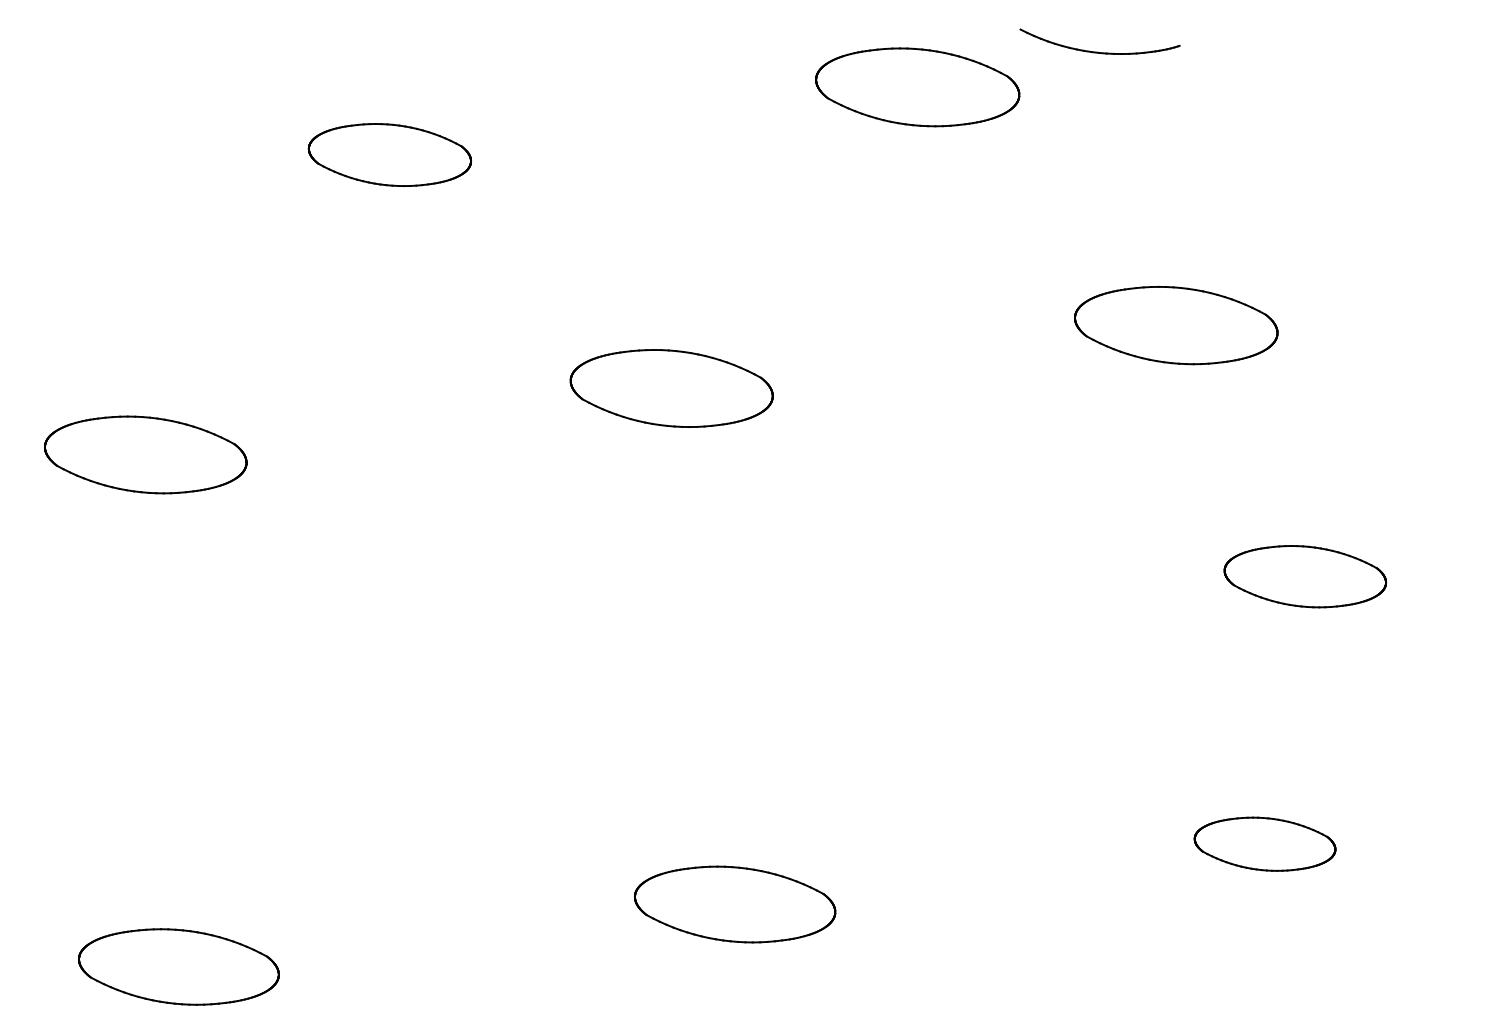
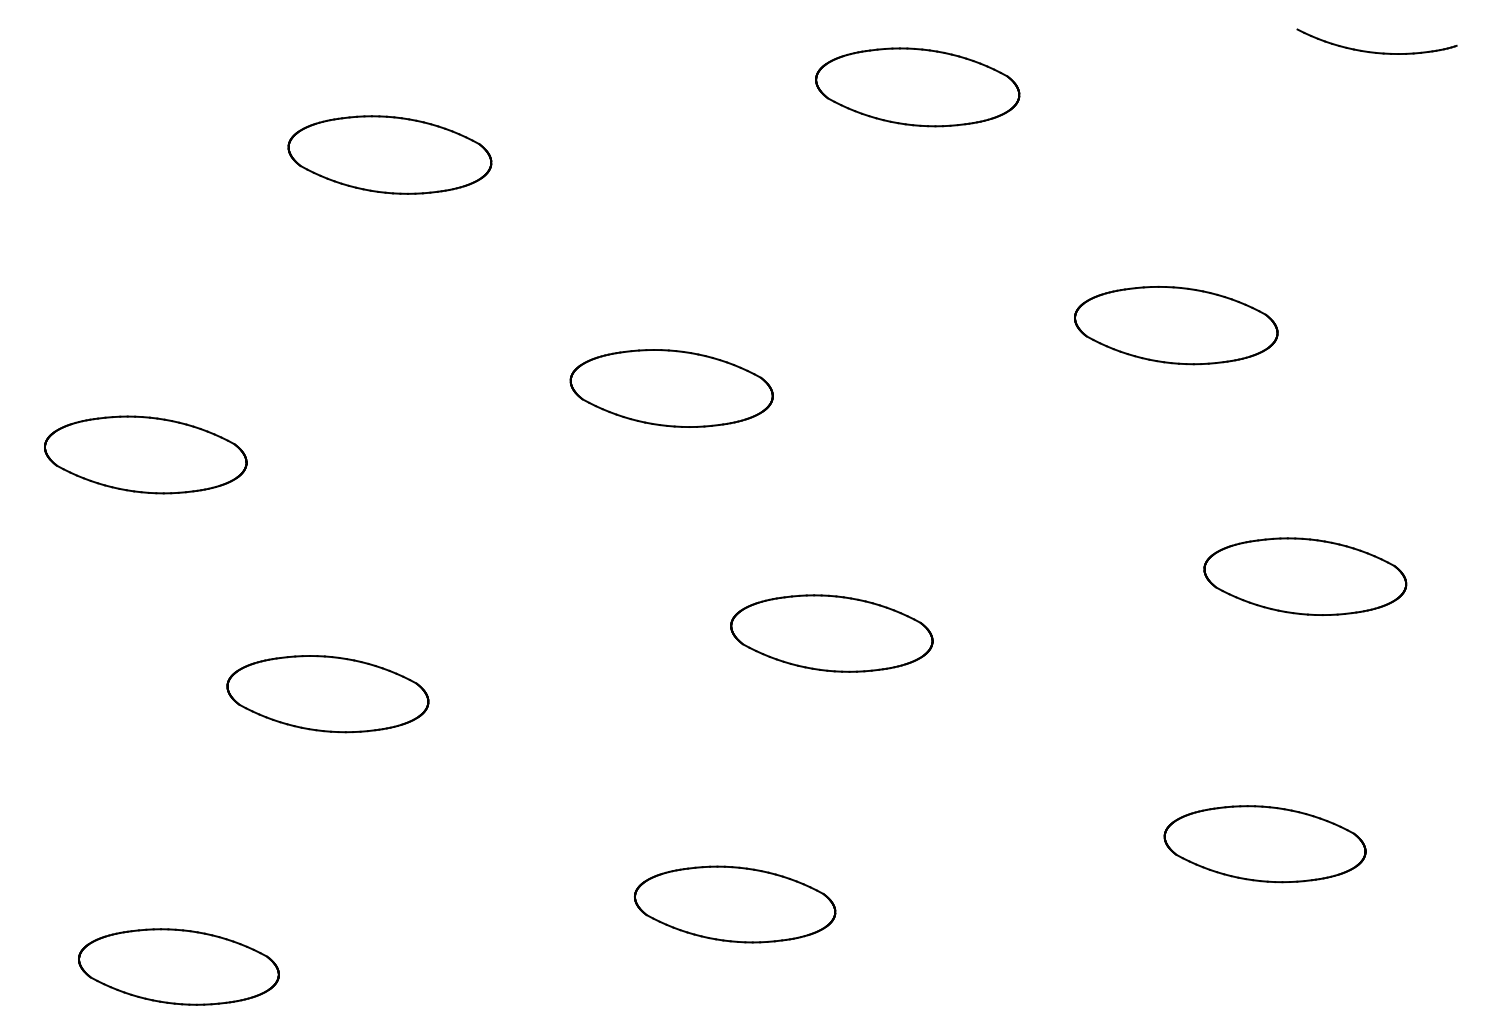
part at (1098, 51) position: (1098, 51) -> (1375, 51)
part at (389, 154) size: 165x64 px -> 206x80 px
part at (1305, 576) size: 165x64 px -> 205x79 px
part at (831, 633): none -> present
part at (327, 694): none -> present
part at (1264, 843) size: 144x56 px -> 204x79 px
